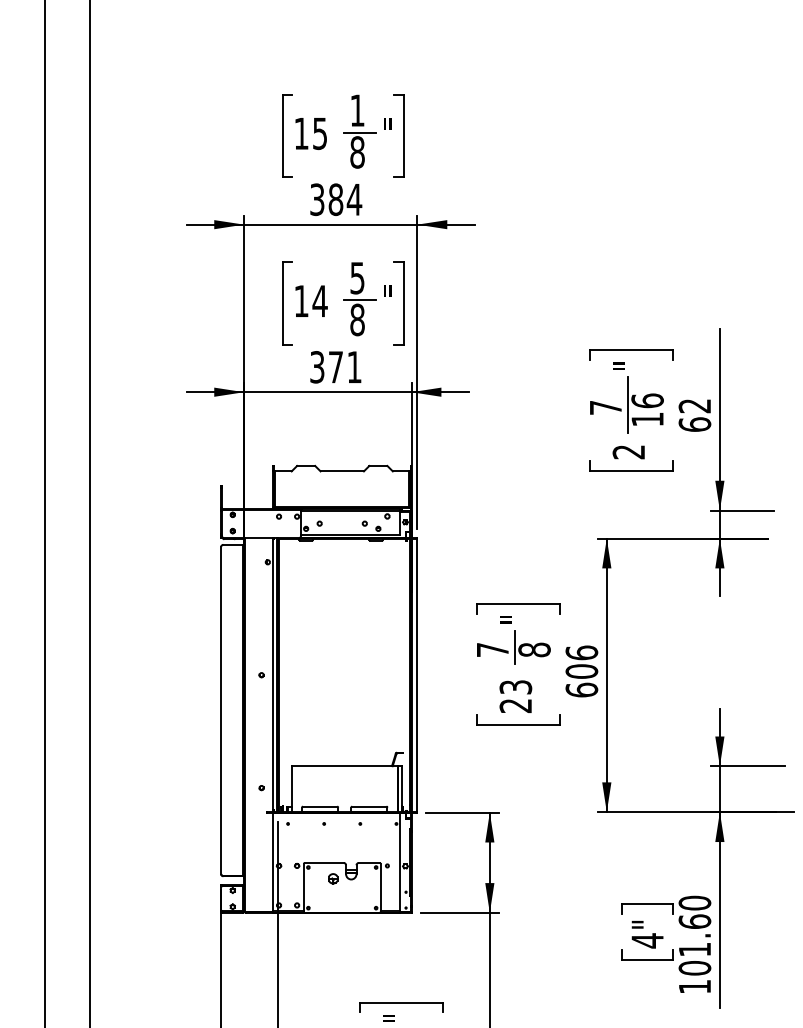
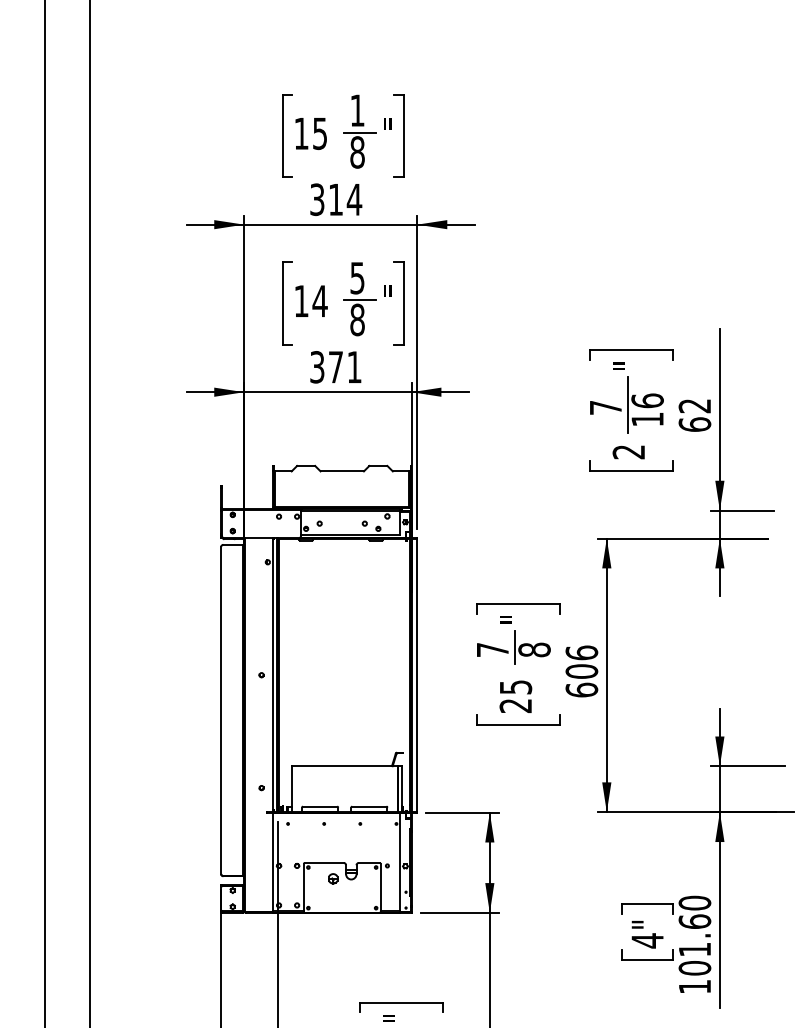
text at (335, 199): 384 -> 314
text at (515, 686): 23 -> 25
